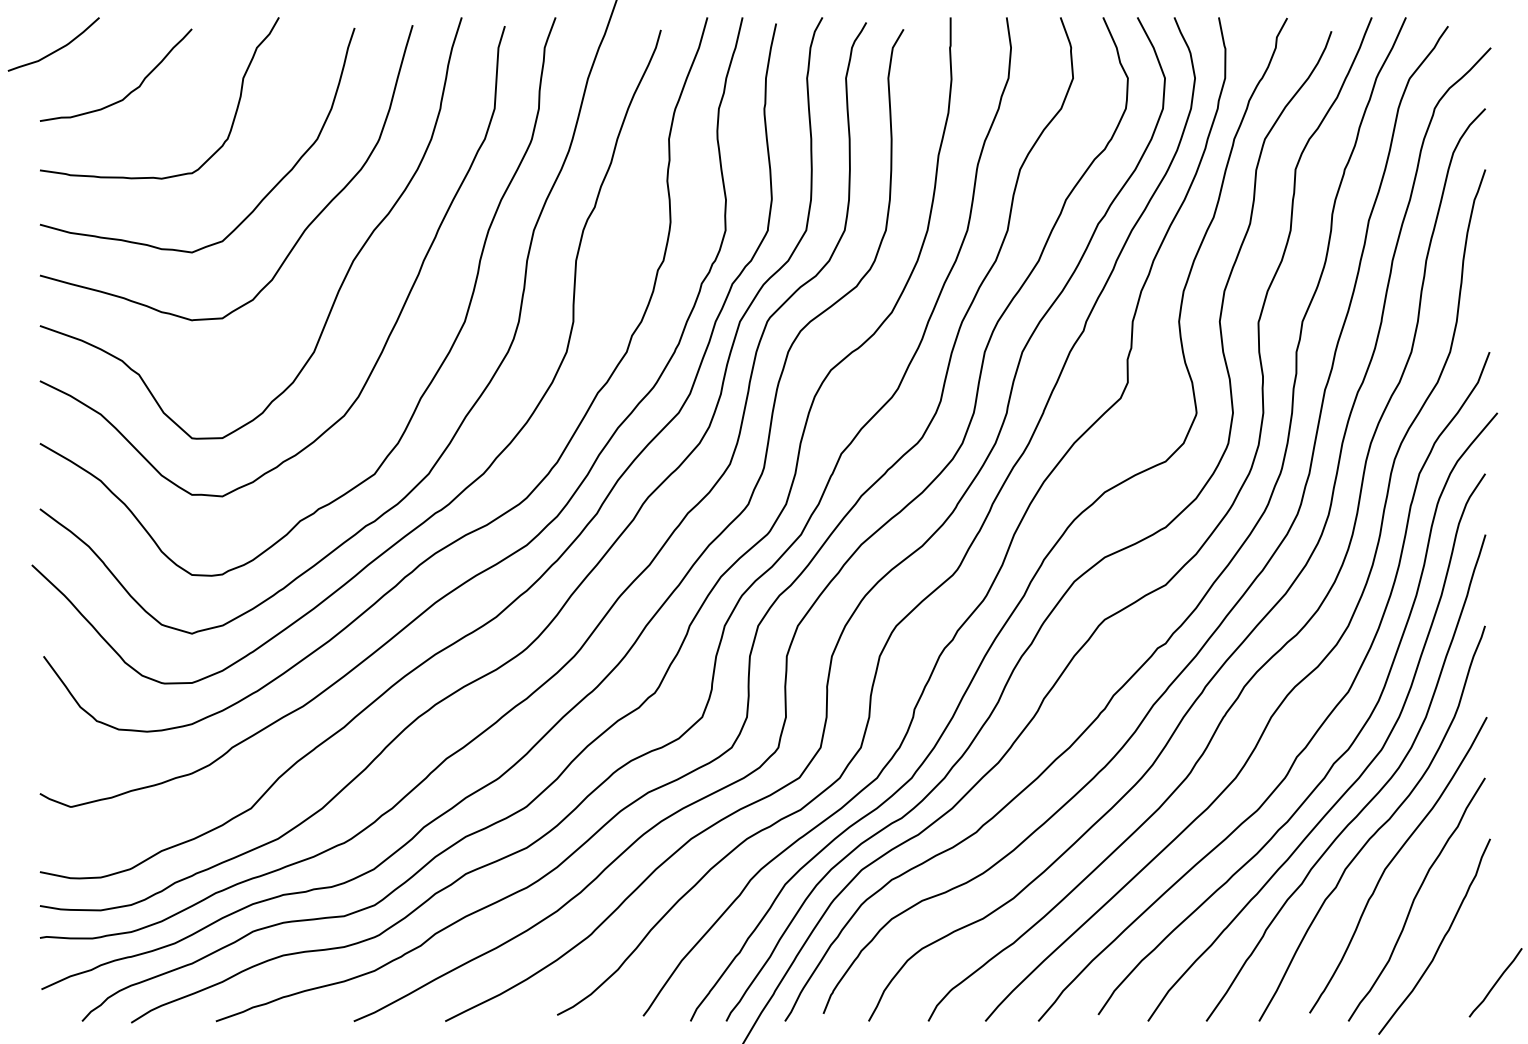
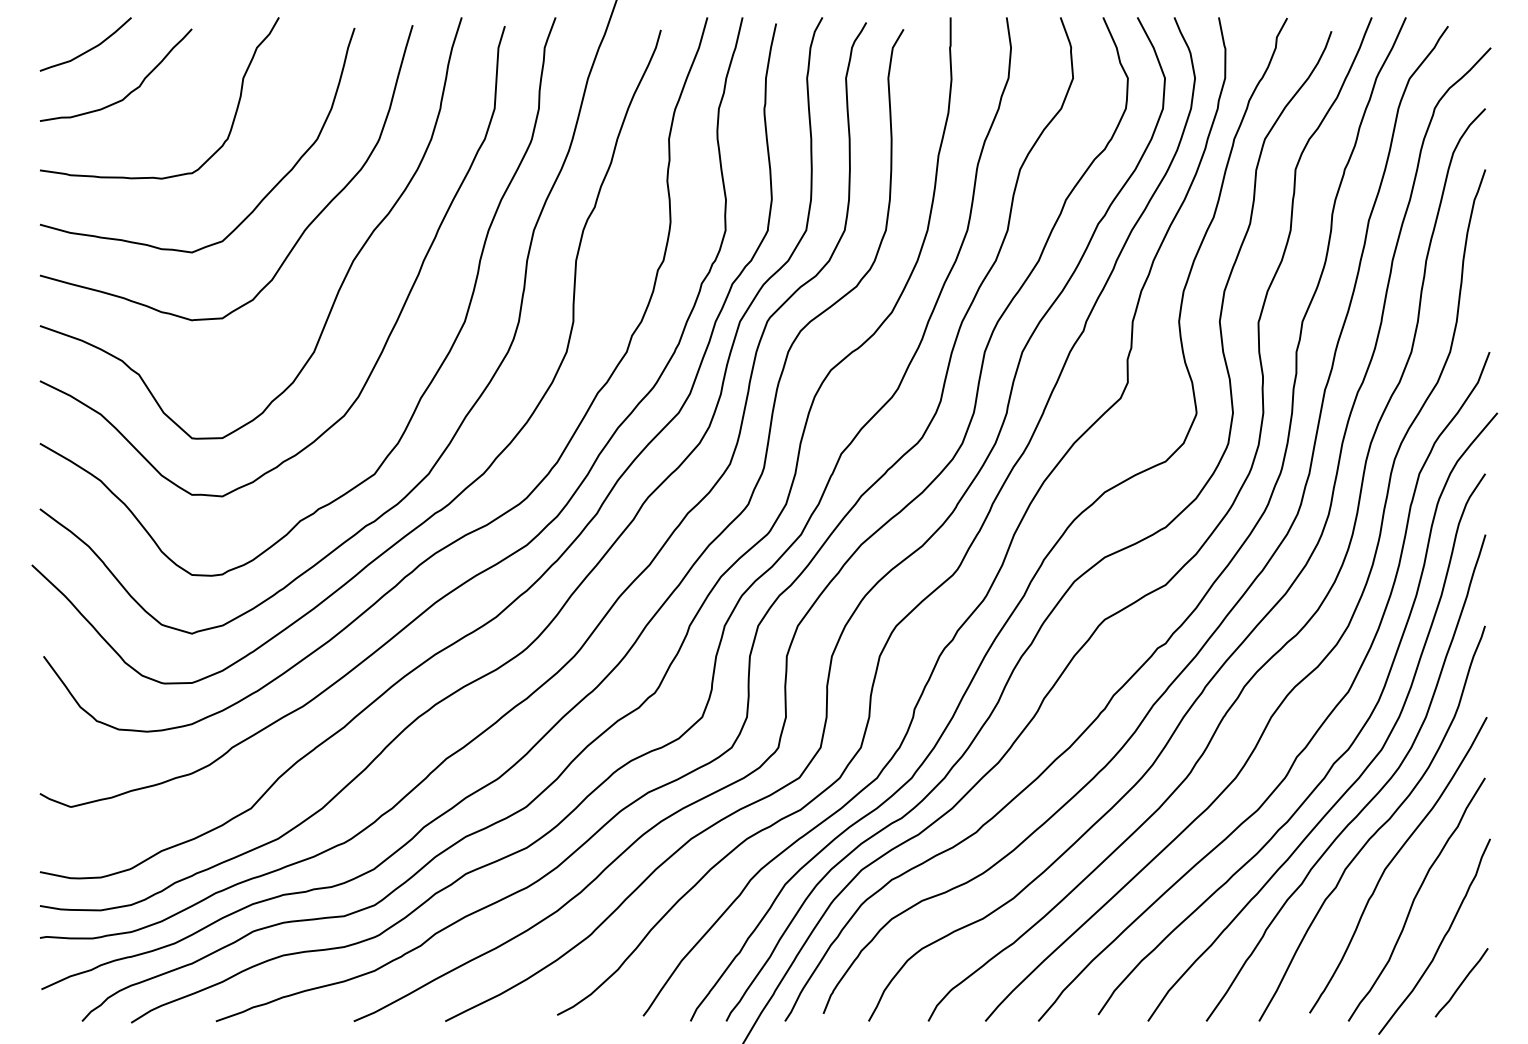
curve at (56, 49) position: (56, 49) -> (88, 49)
curve at (1495, 982) position: (1495, 982) -> (1461, 982)
